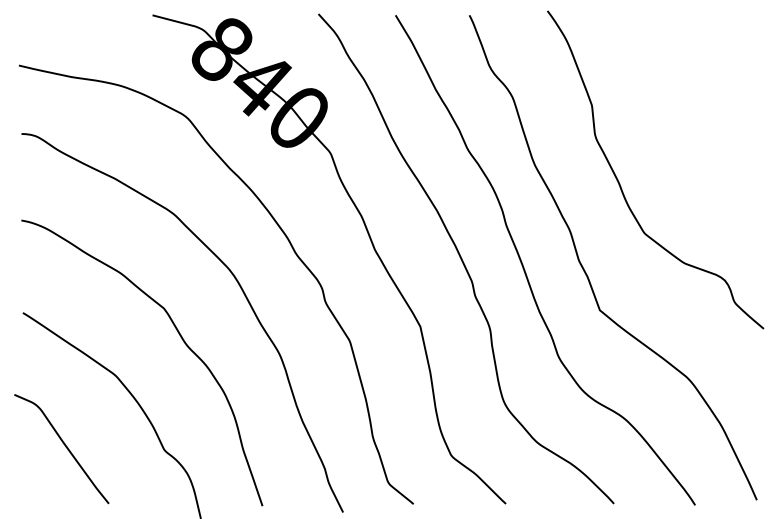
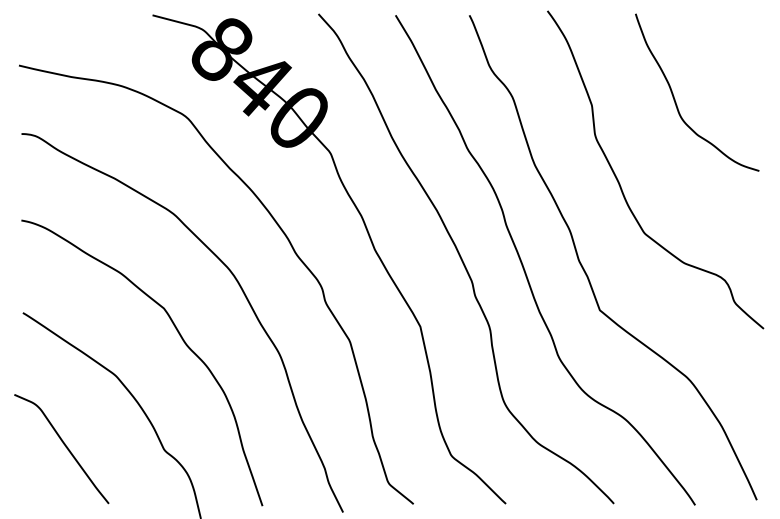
curve at (675, 99): none -> present
